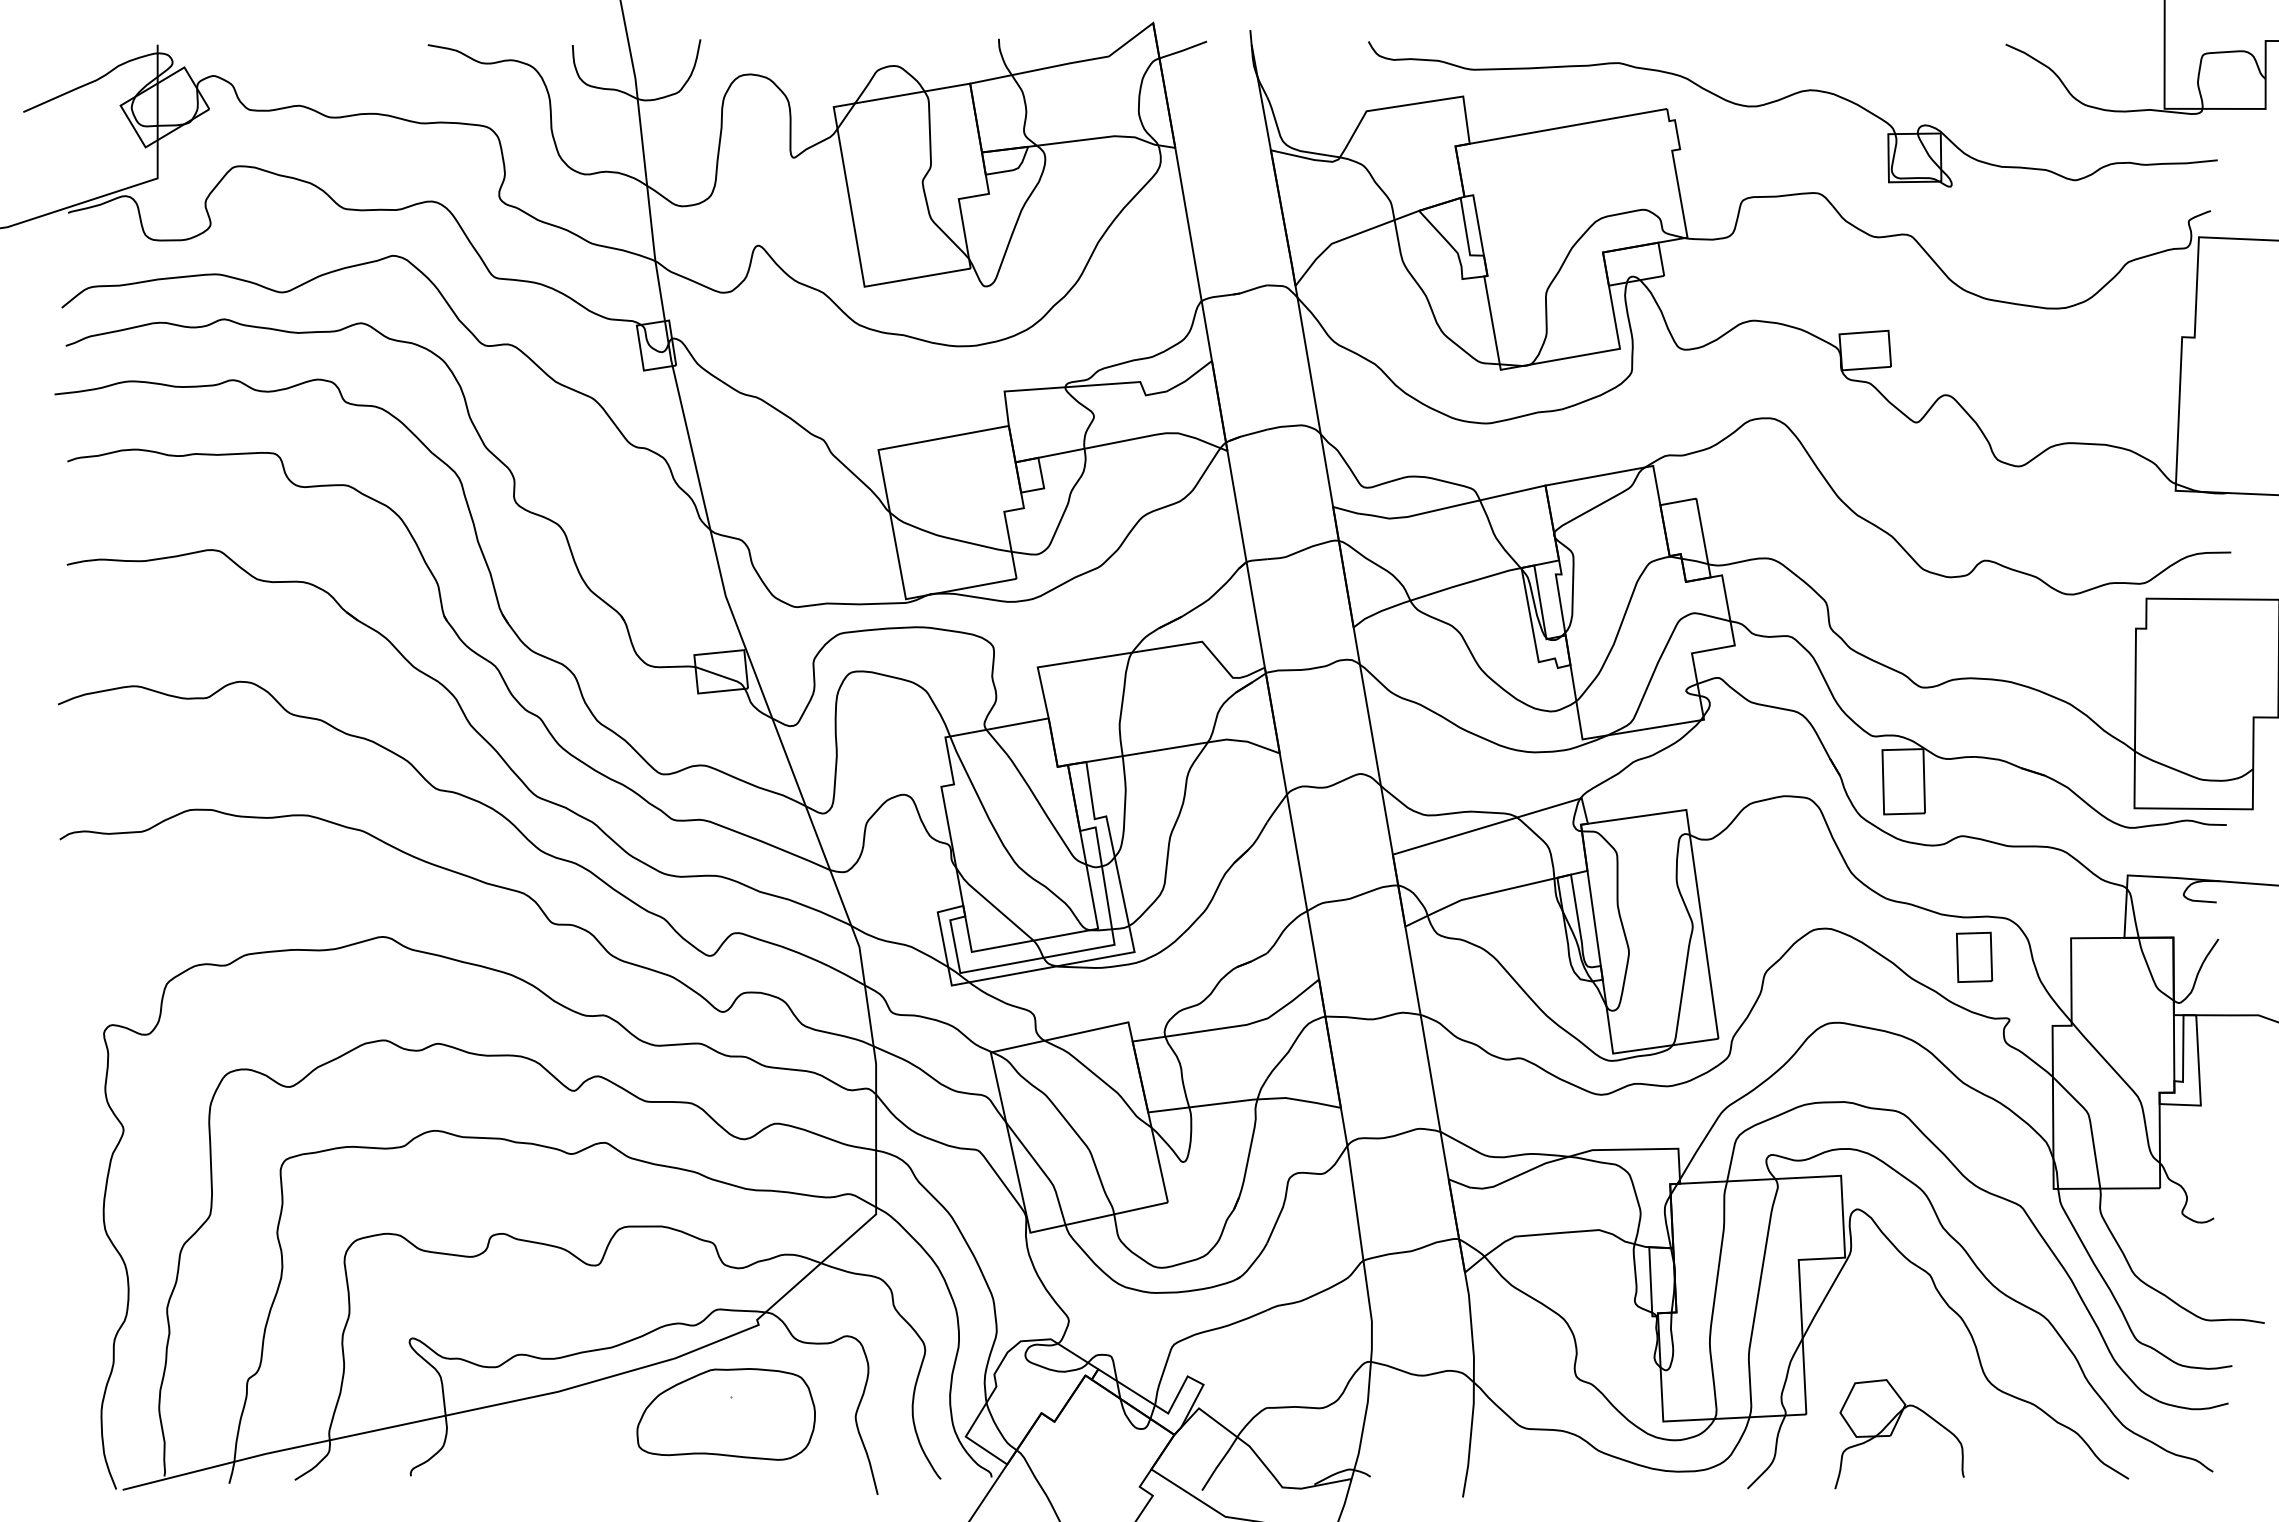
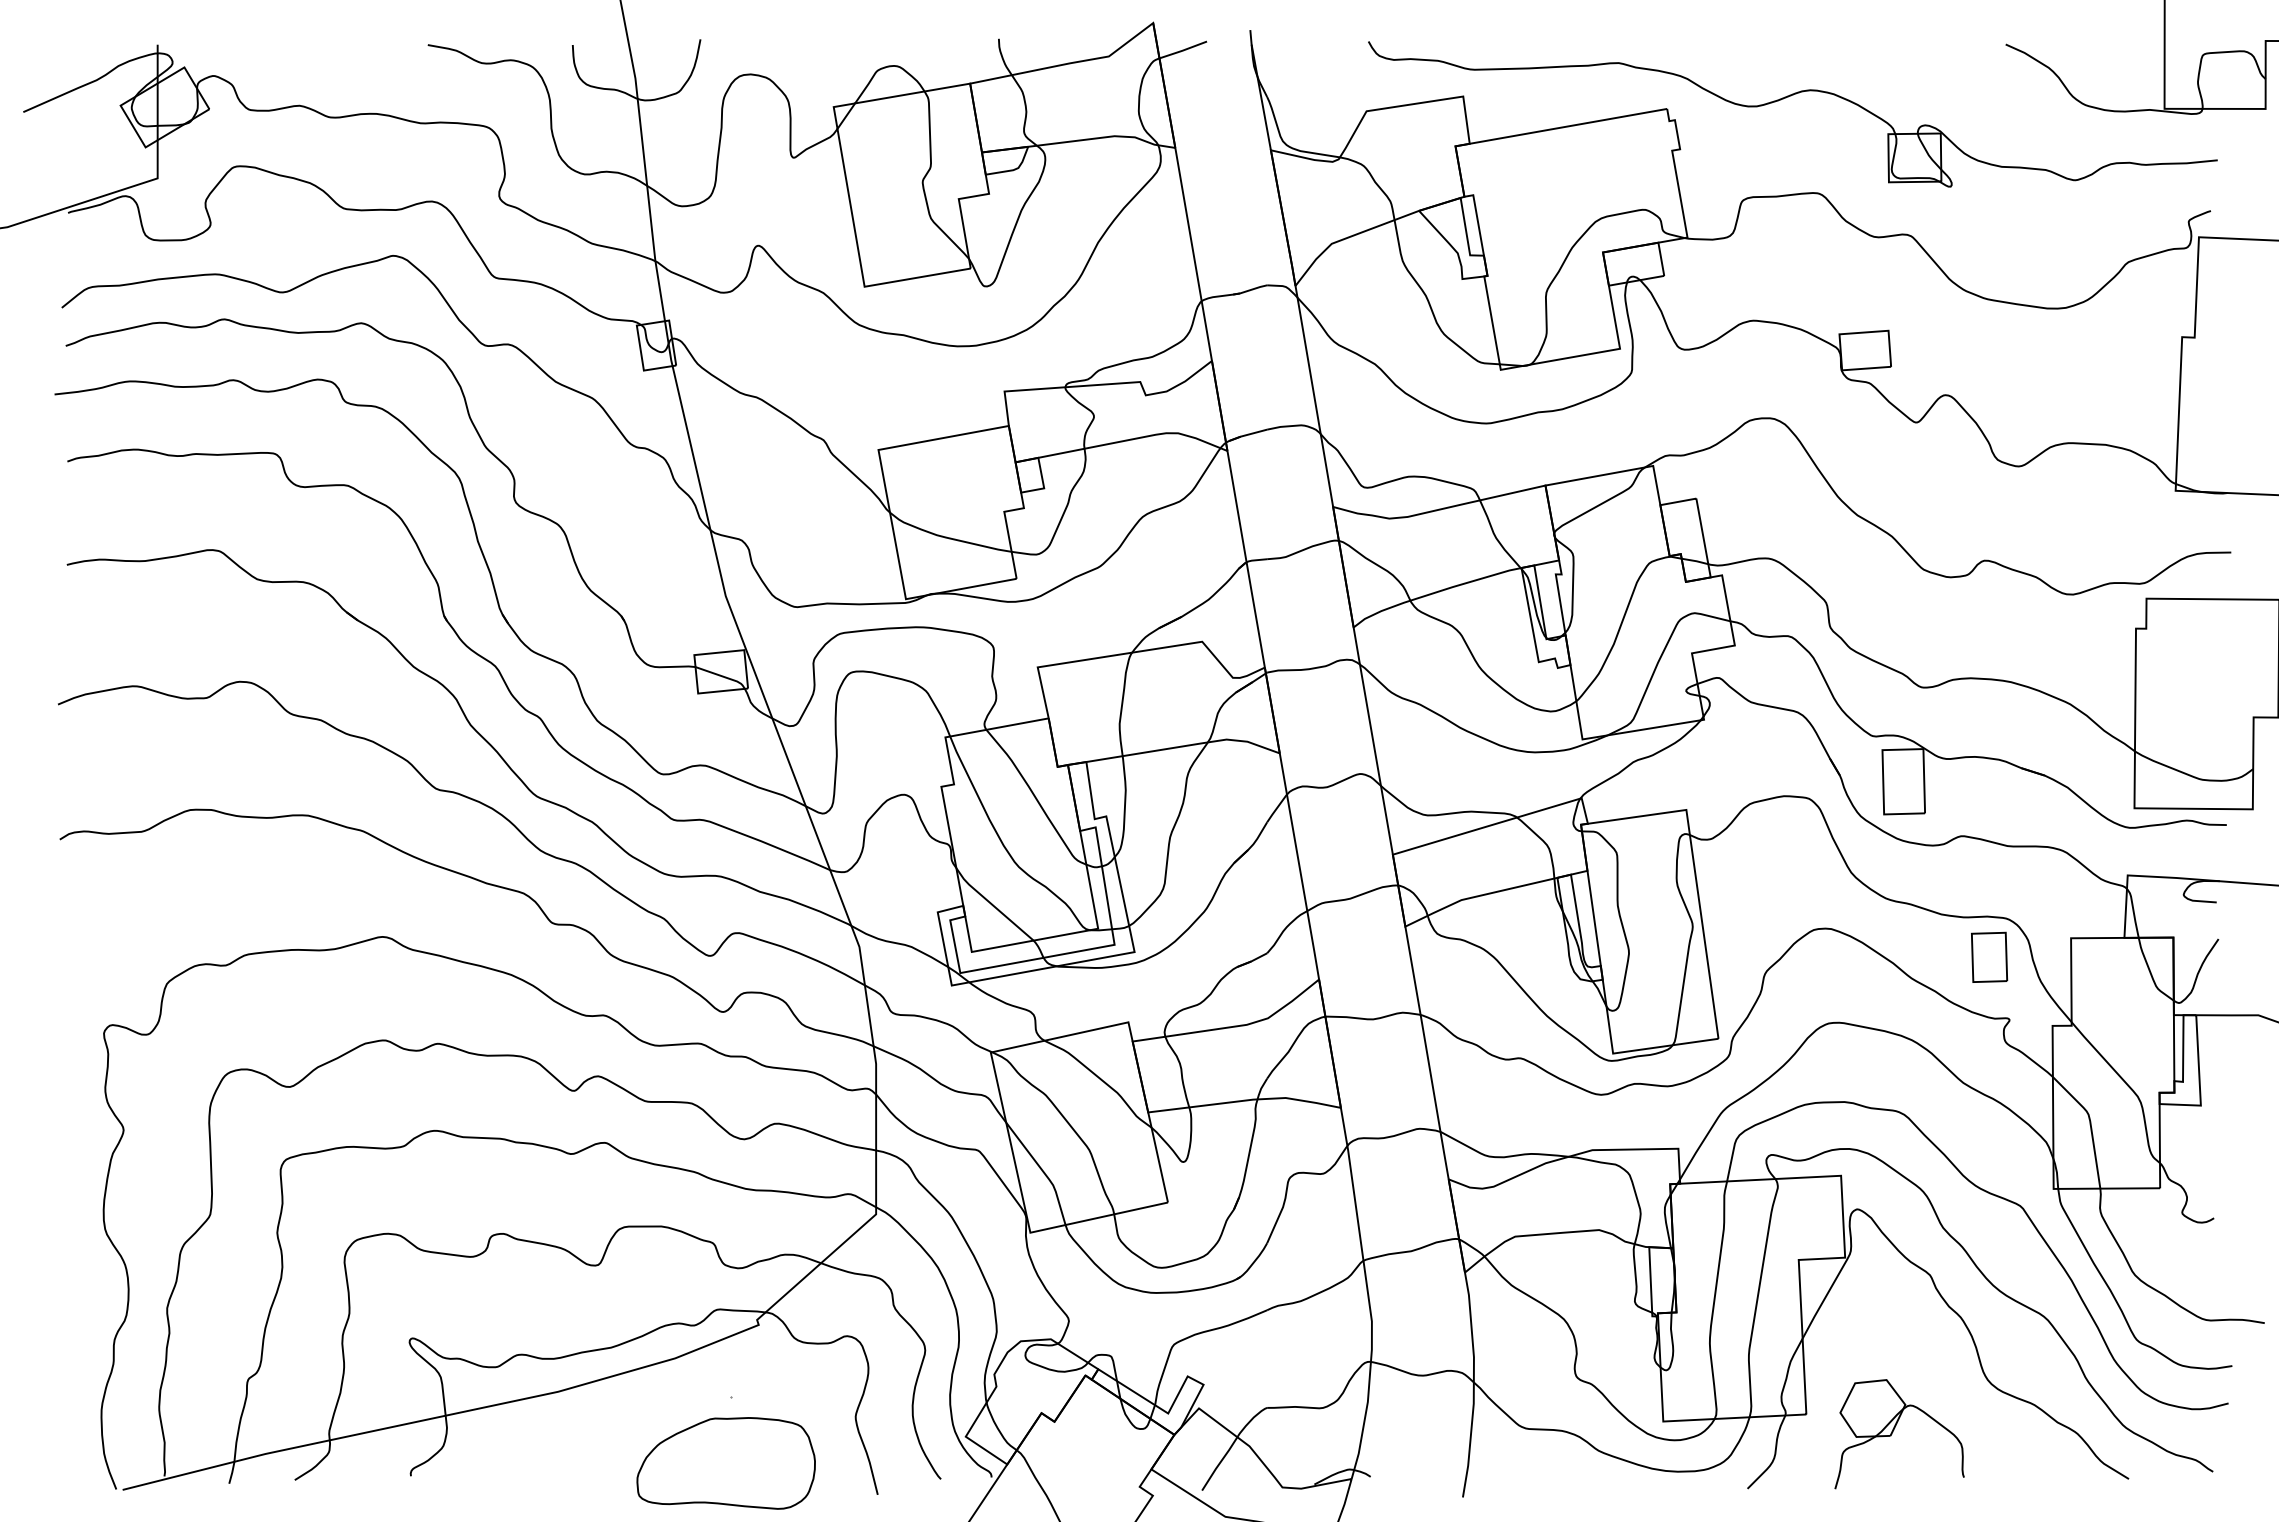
part at (1974, 956) position: (1974, 956) -> (1989, 956)
part at (725, 1414) position: (725, 1414) -> (725, 1463)
